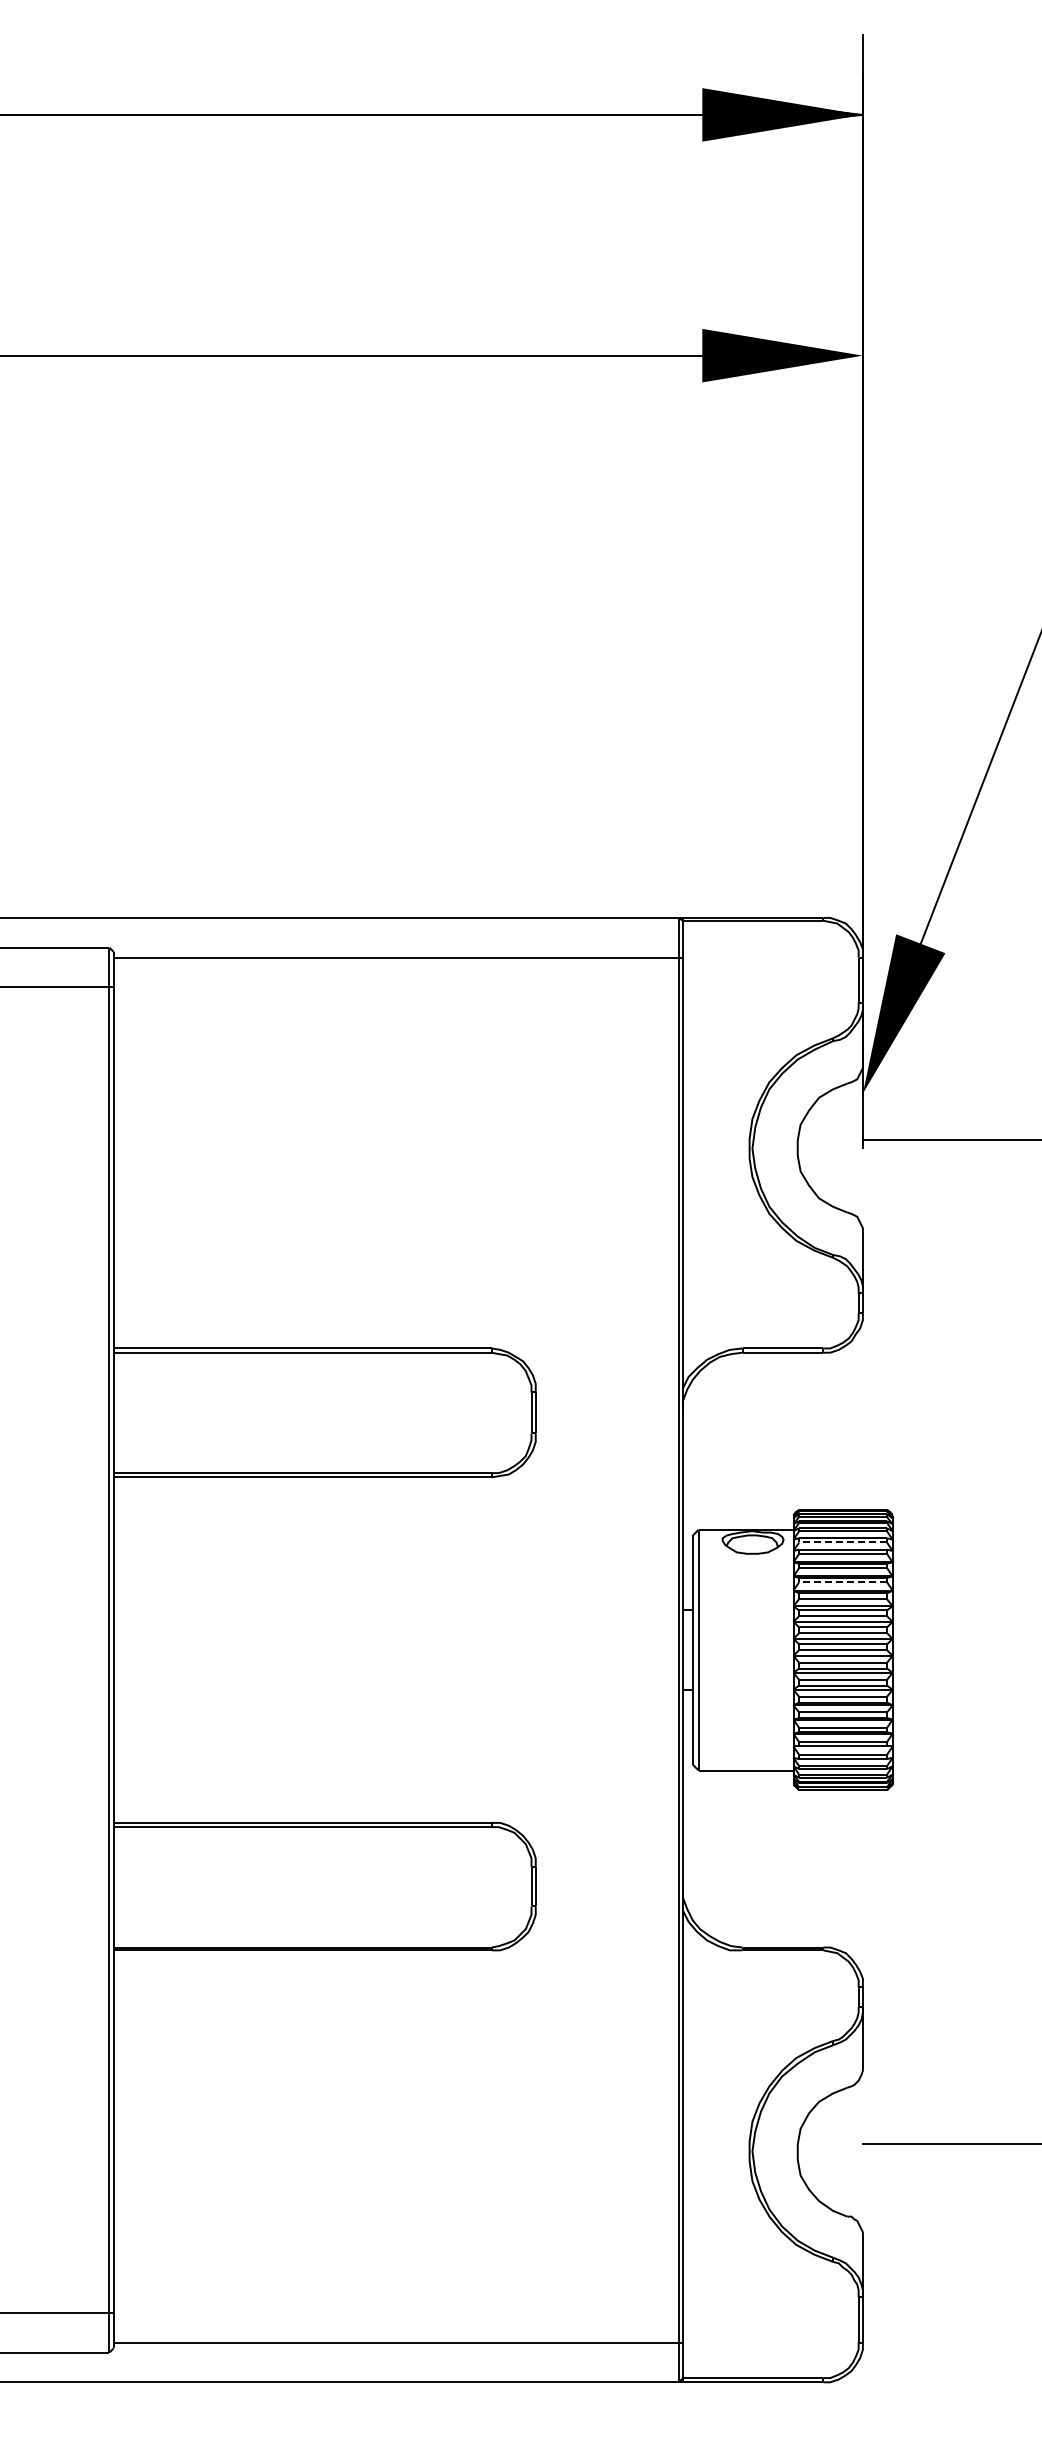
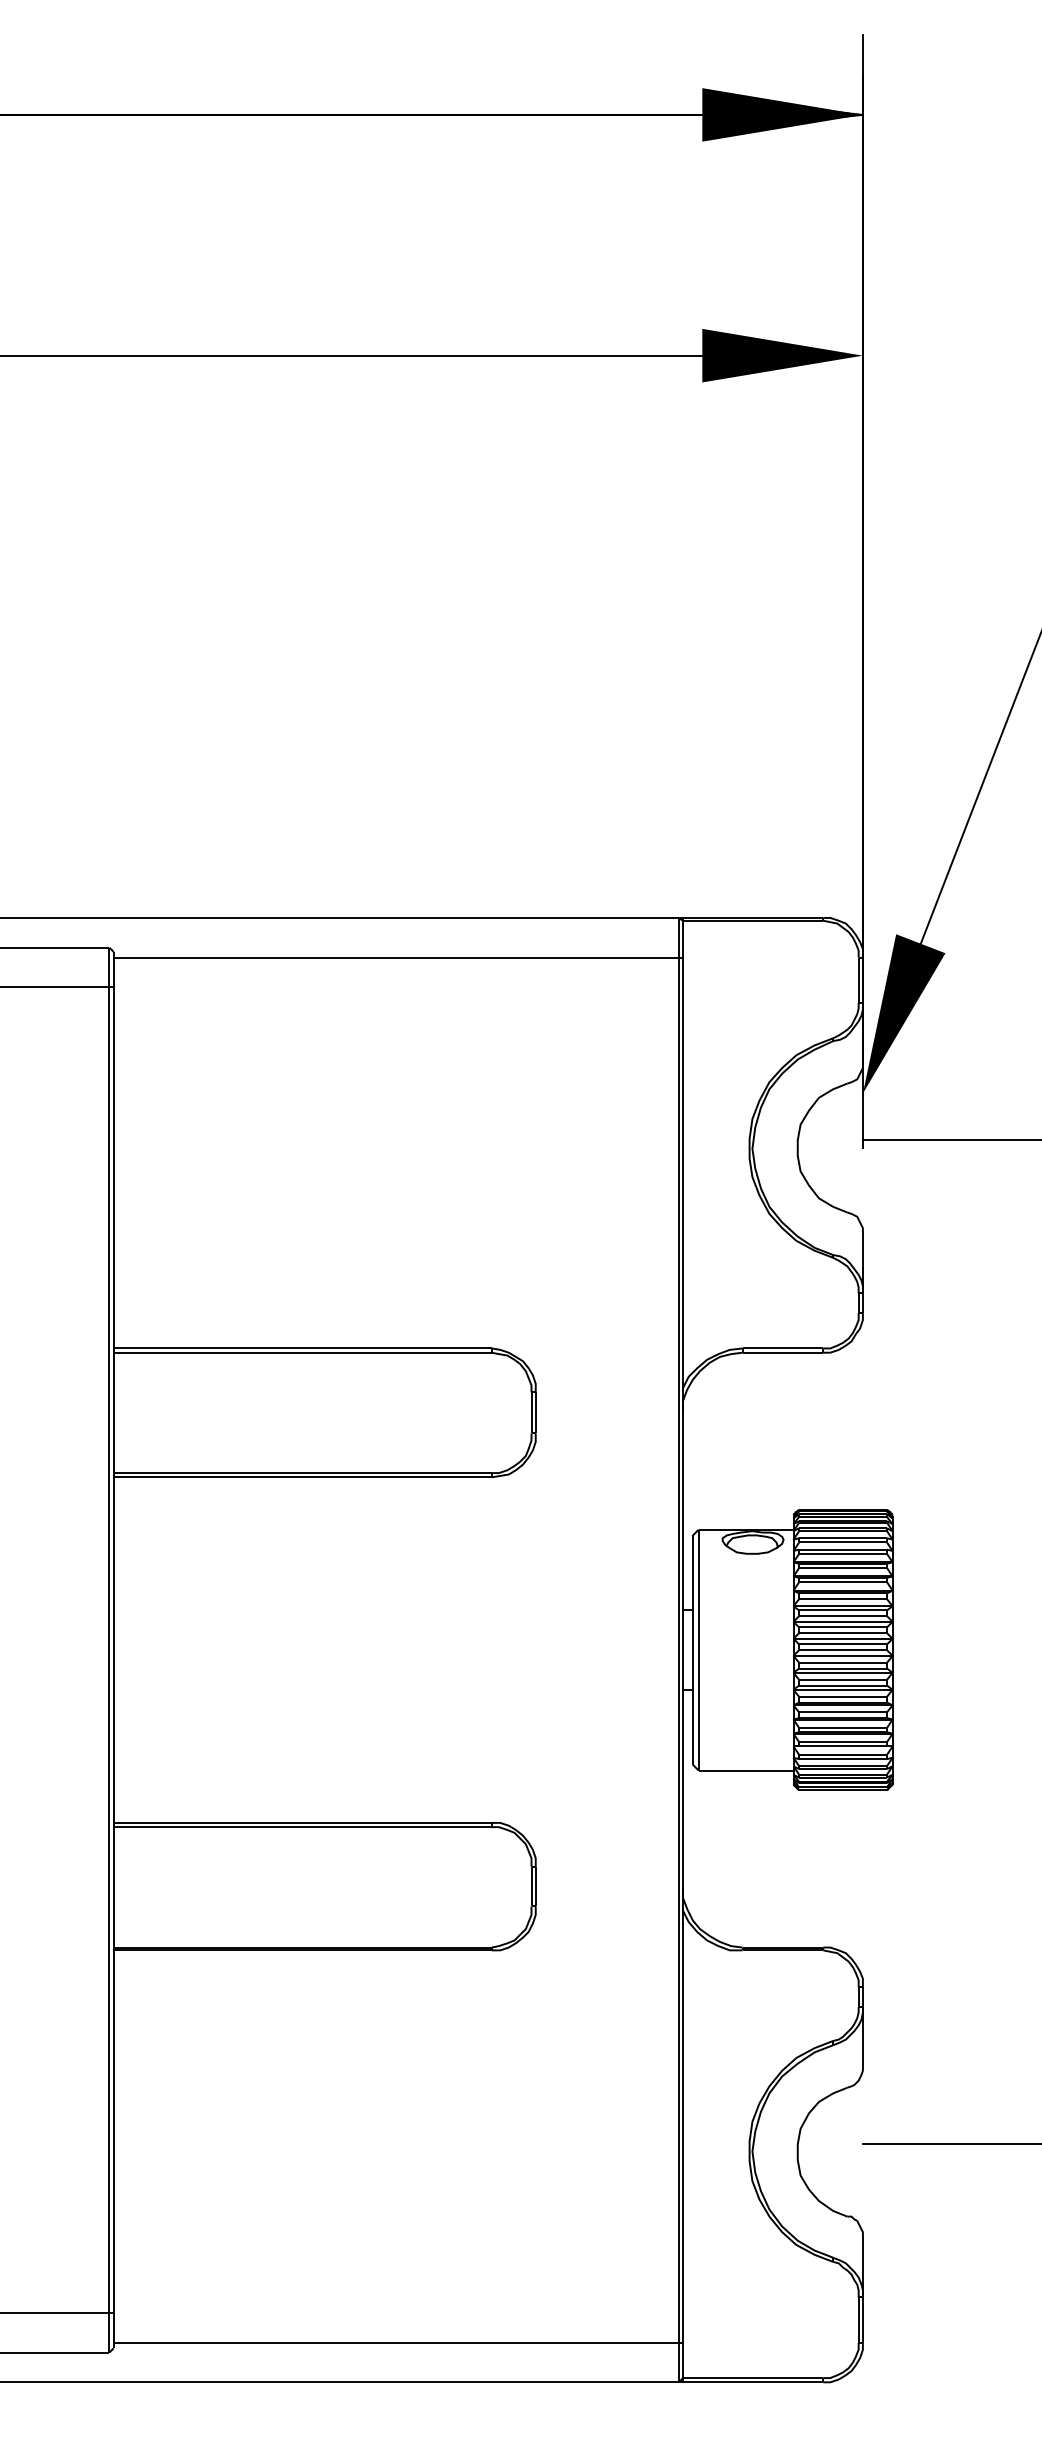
line at (843, 1542): dashed -> solid
line at (843, 1582): dashed -> solid
